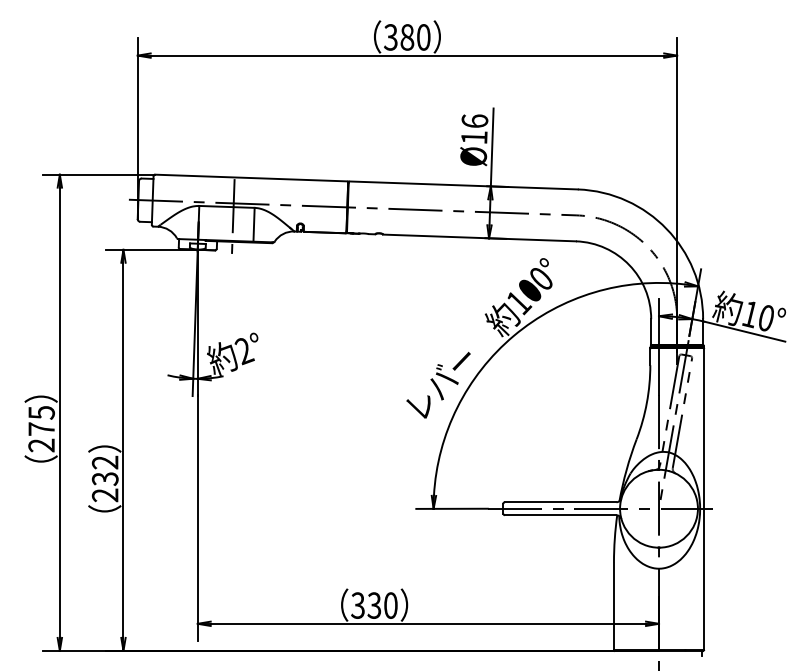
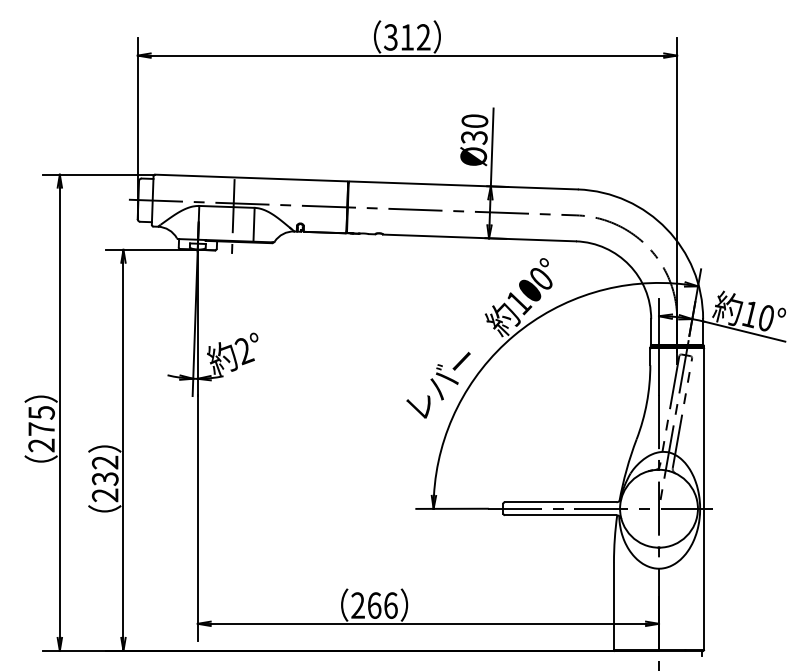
text at (415, 37): 380 -> 312
text at (474, 129): Ø16 -> Ø30
text at (374, 605): 330 -> 266
